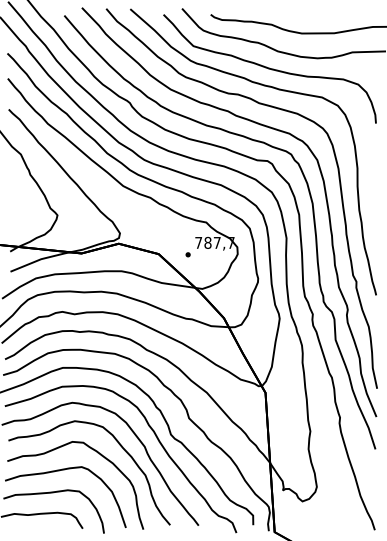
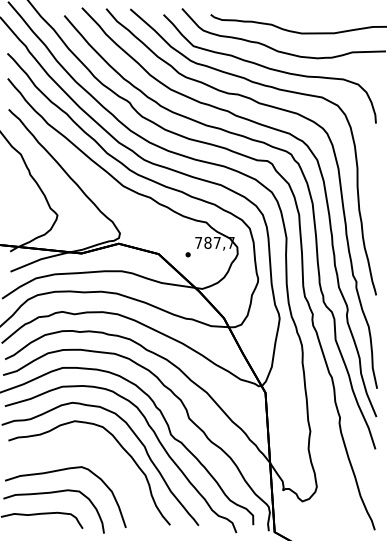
curve at (97, 453): present -> none
